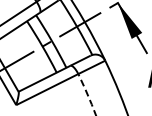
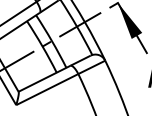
arc at (87, 94): dashed -> solid
